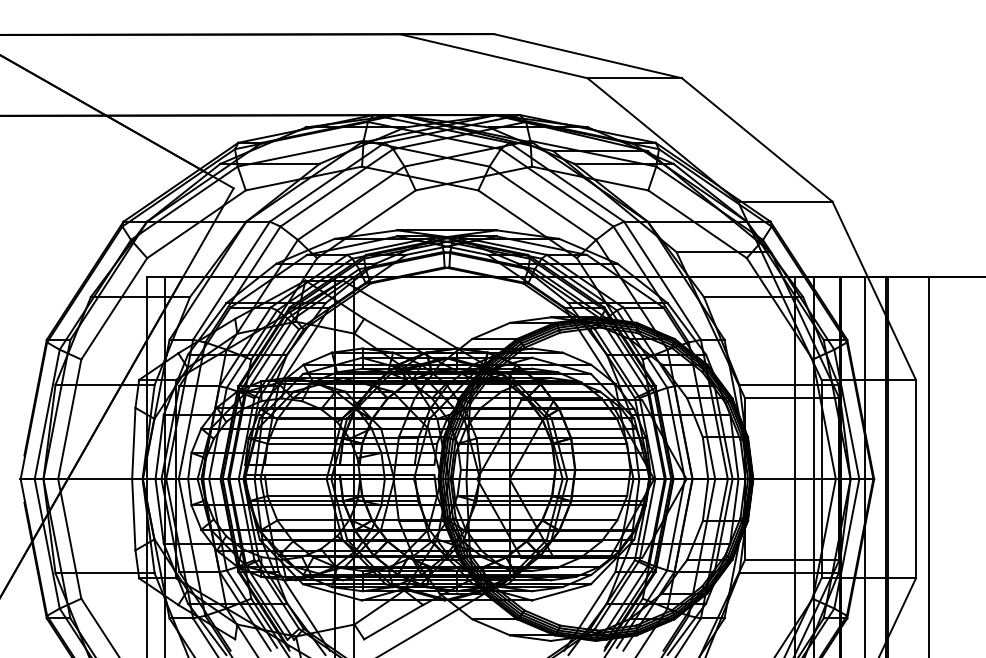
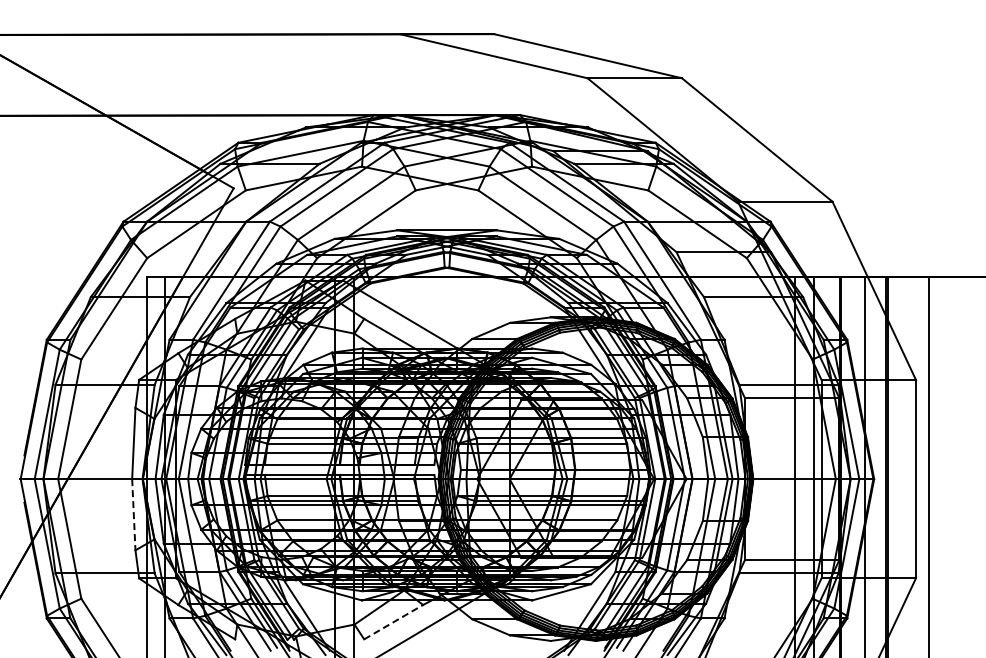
line at (133, 514): solid -> dashed
line at (394, 621): solid -> dashed
